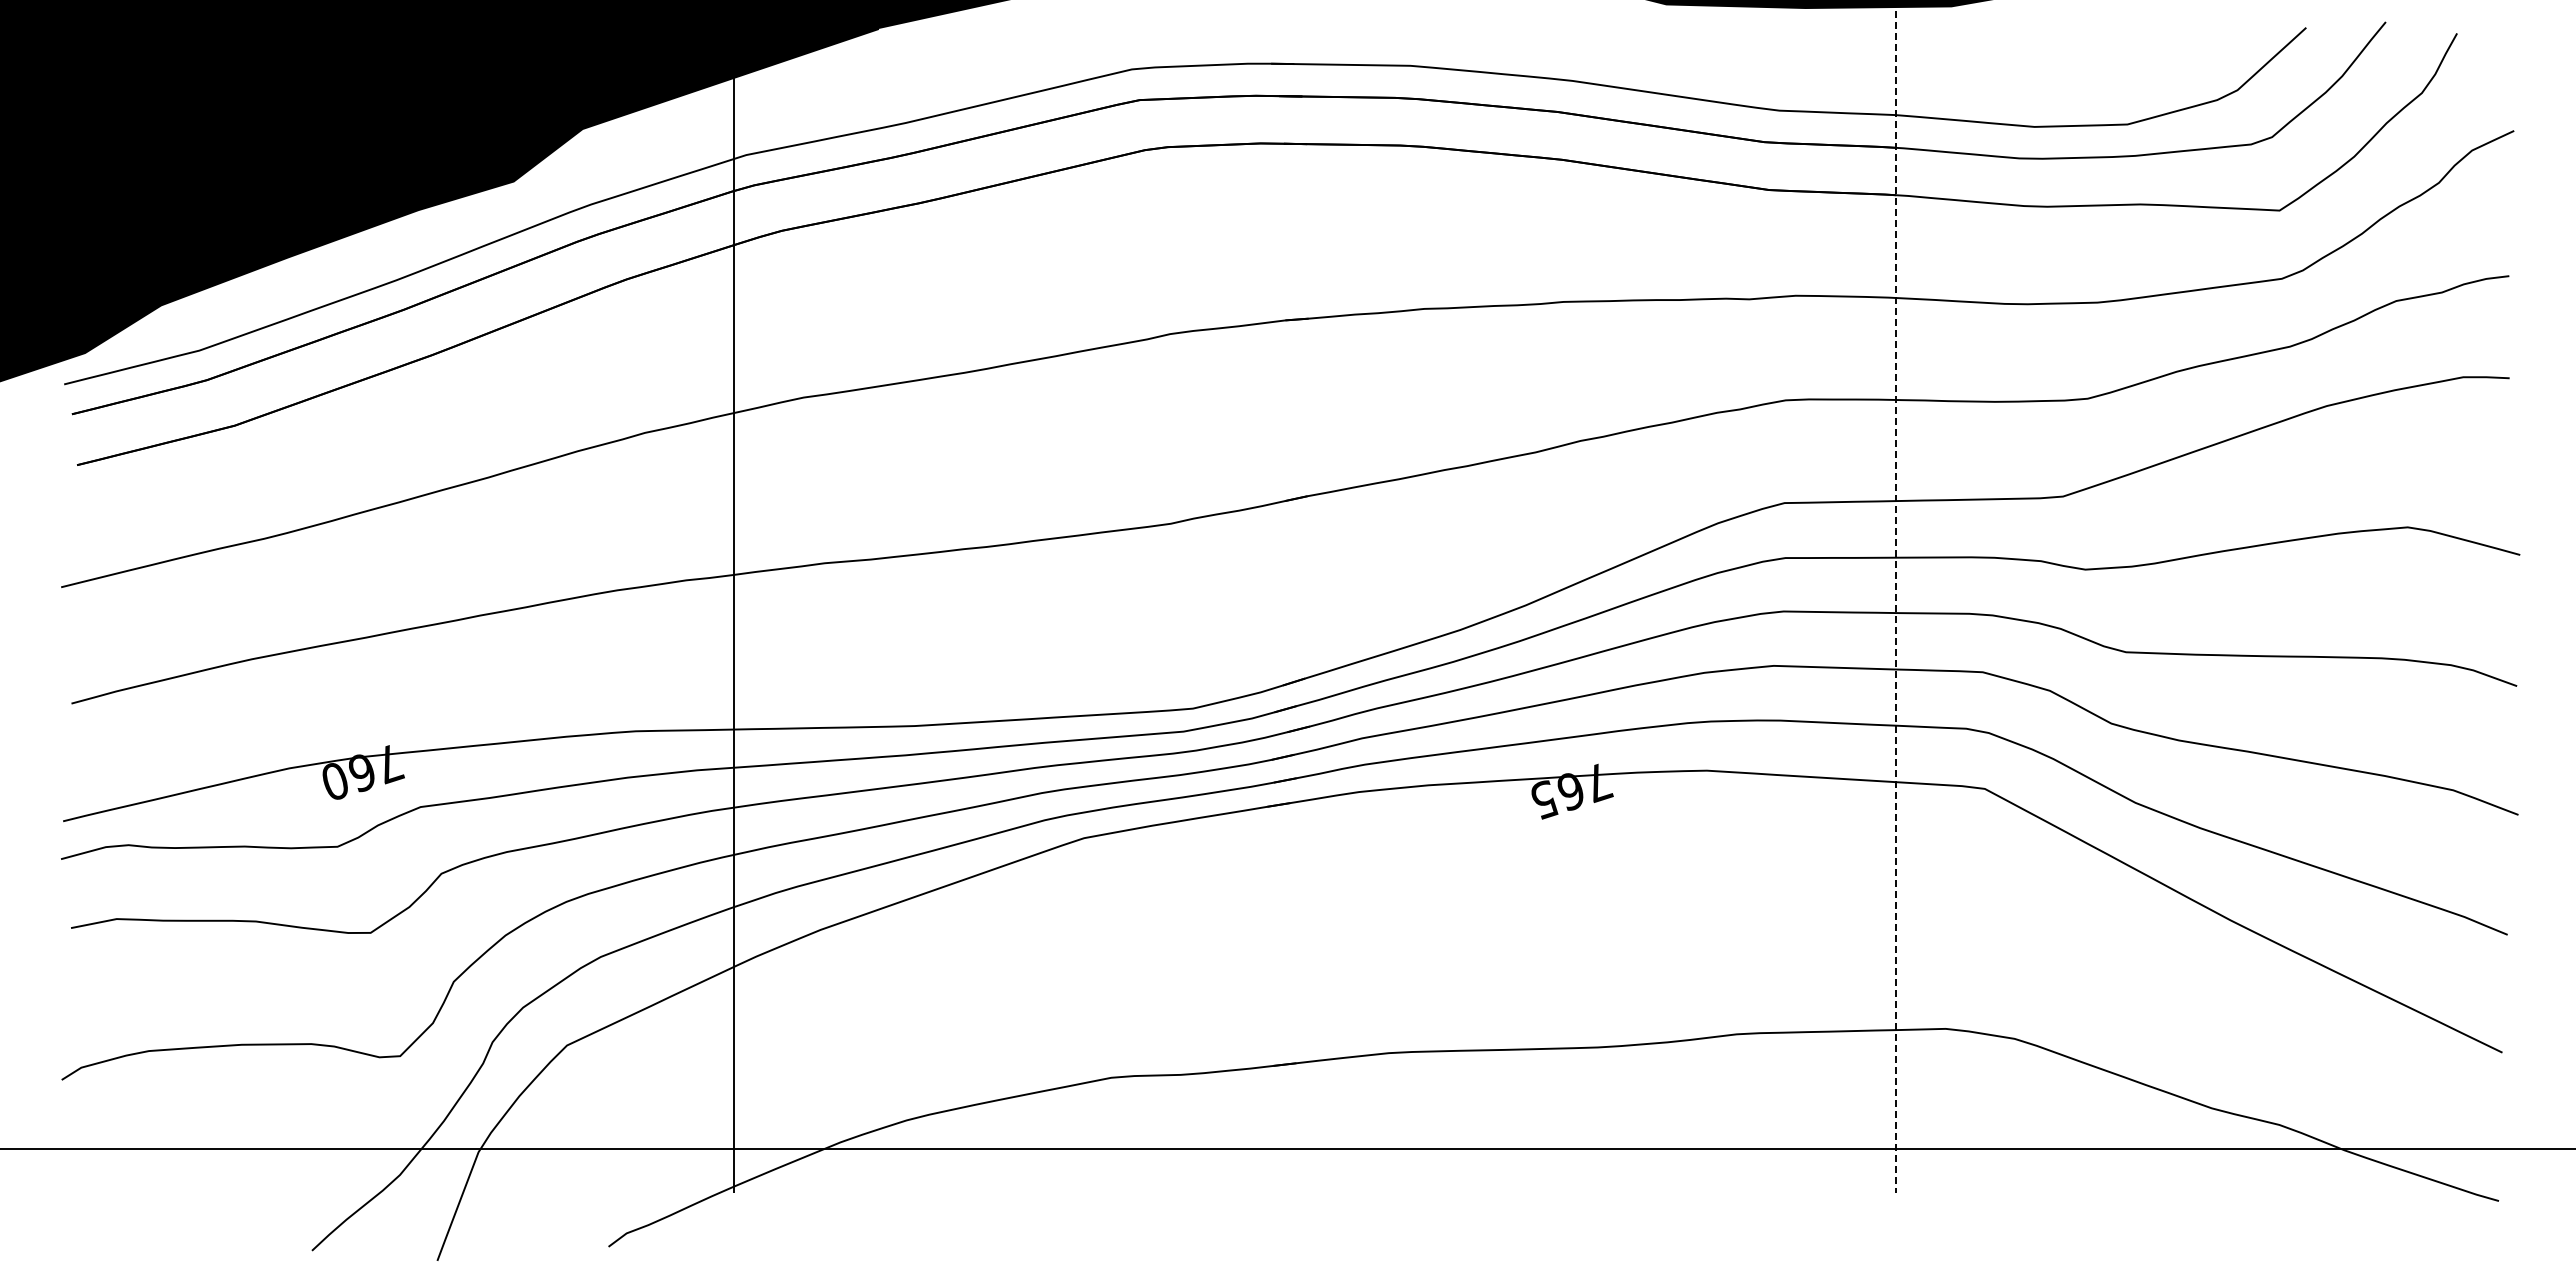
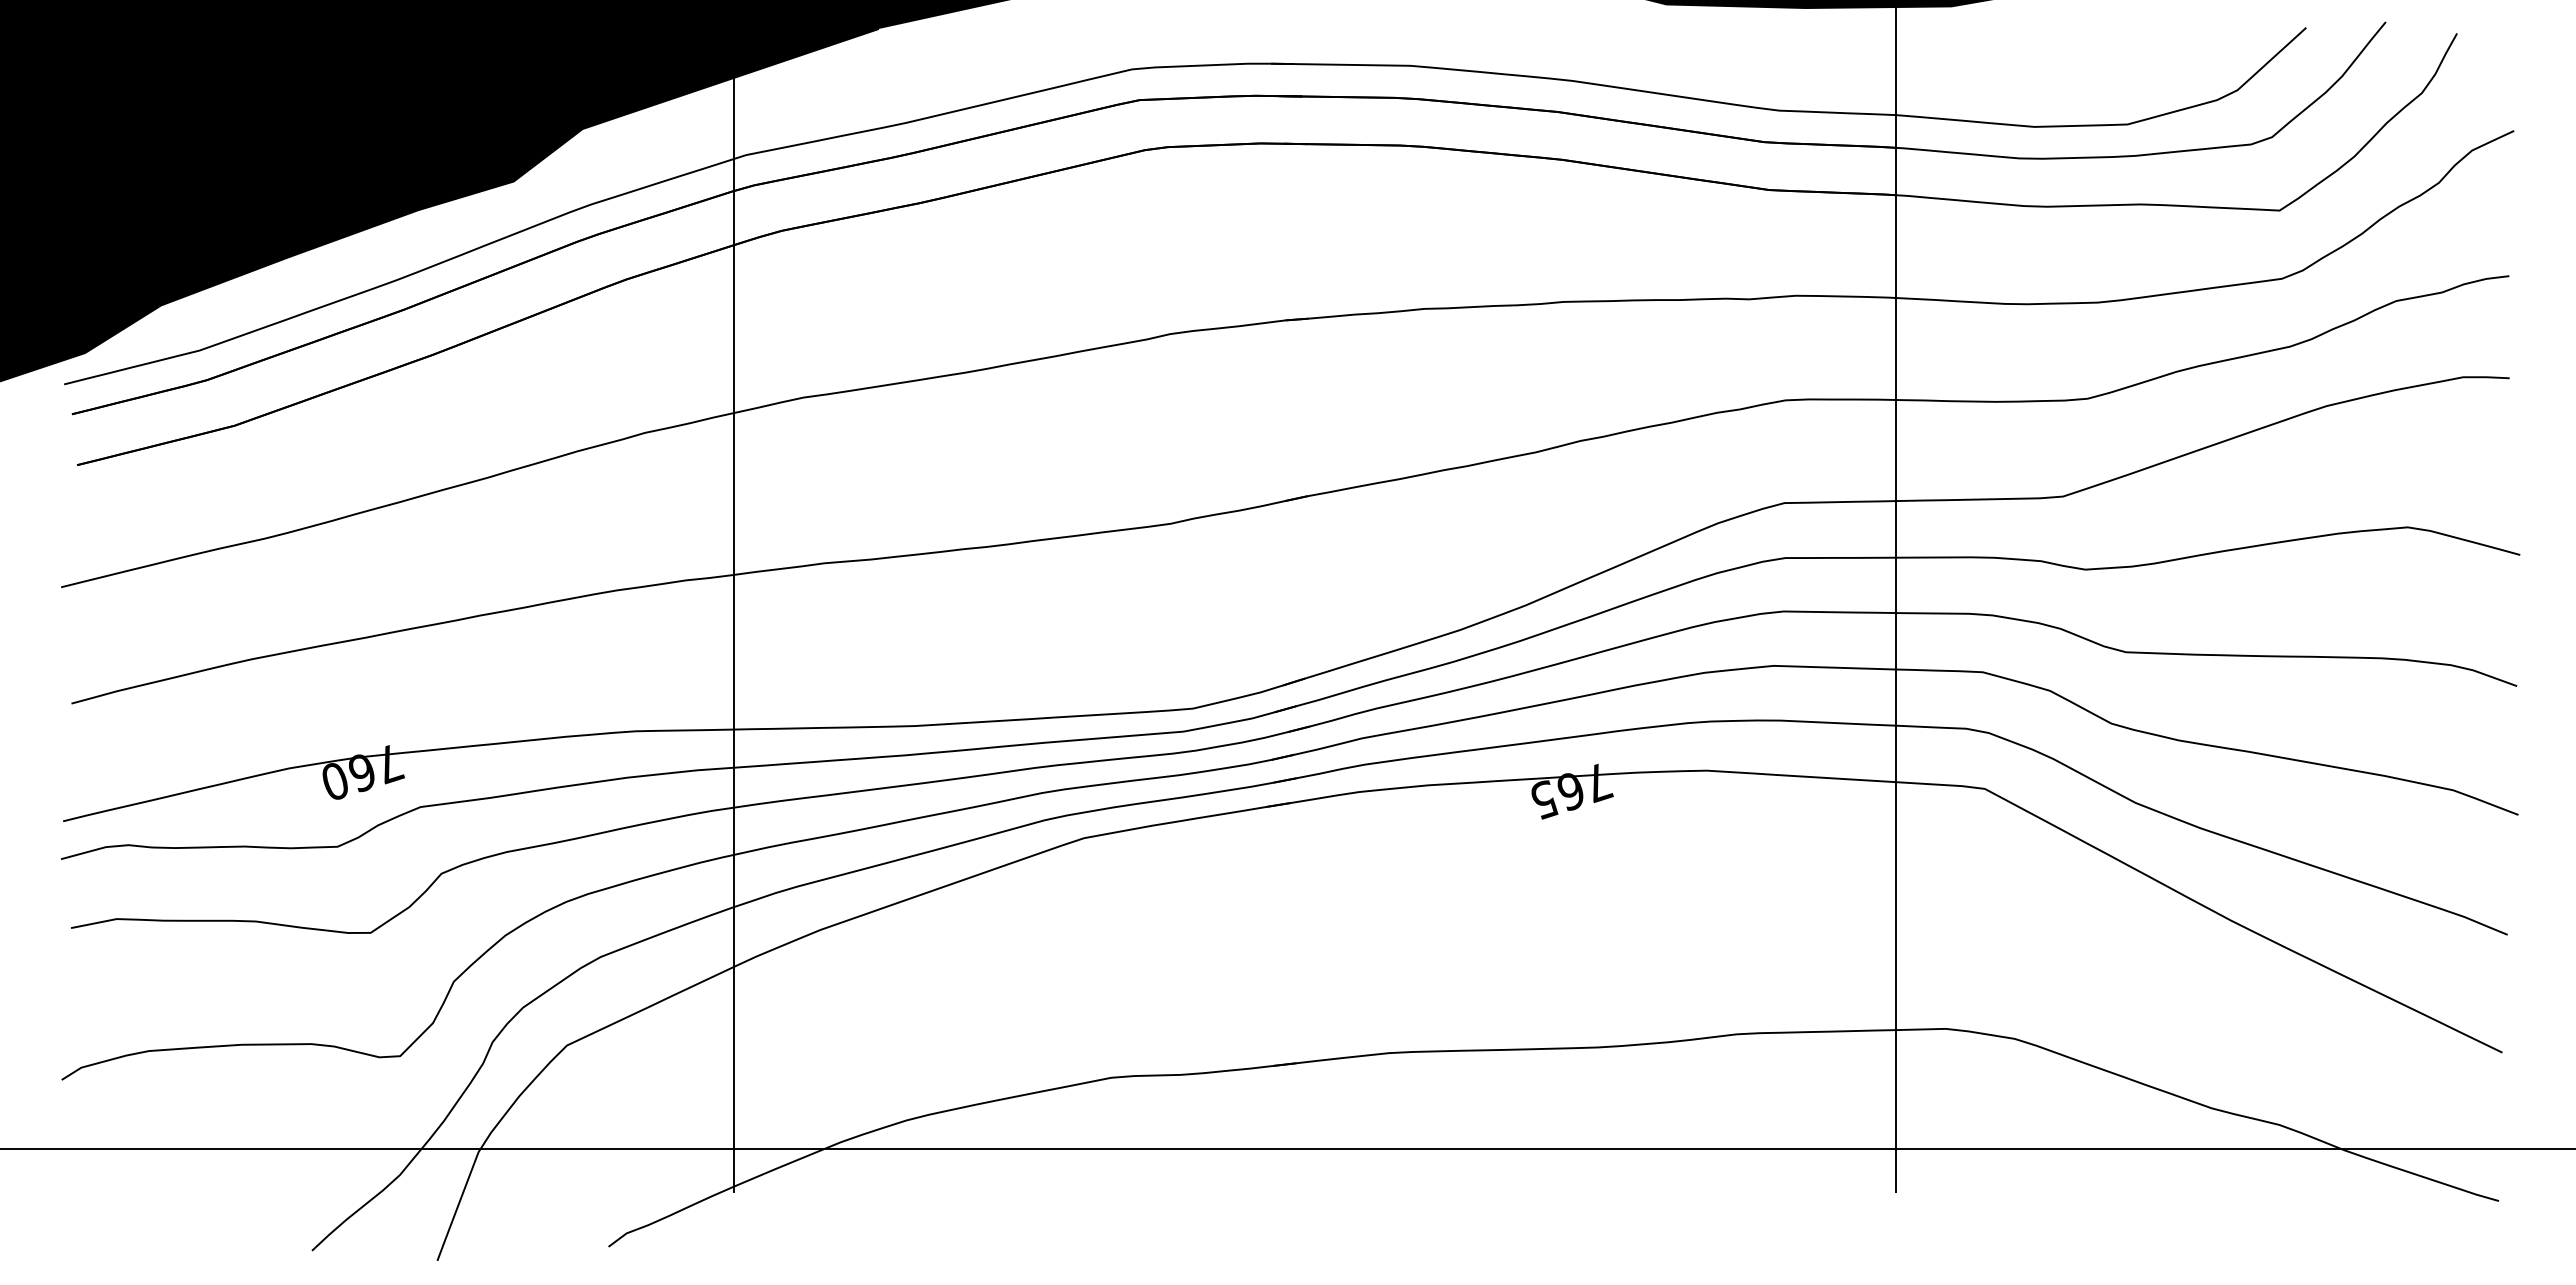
line at (1896, 596): dashed -> solid
